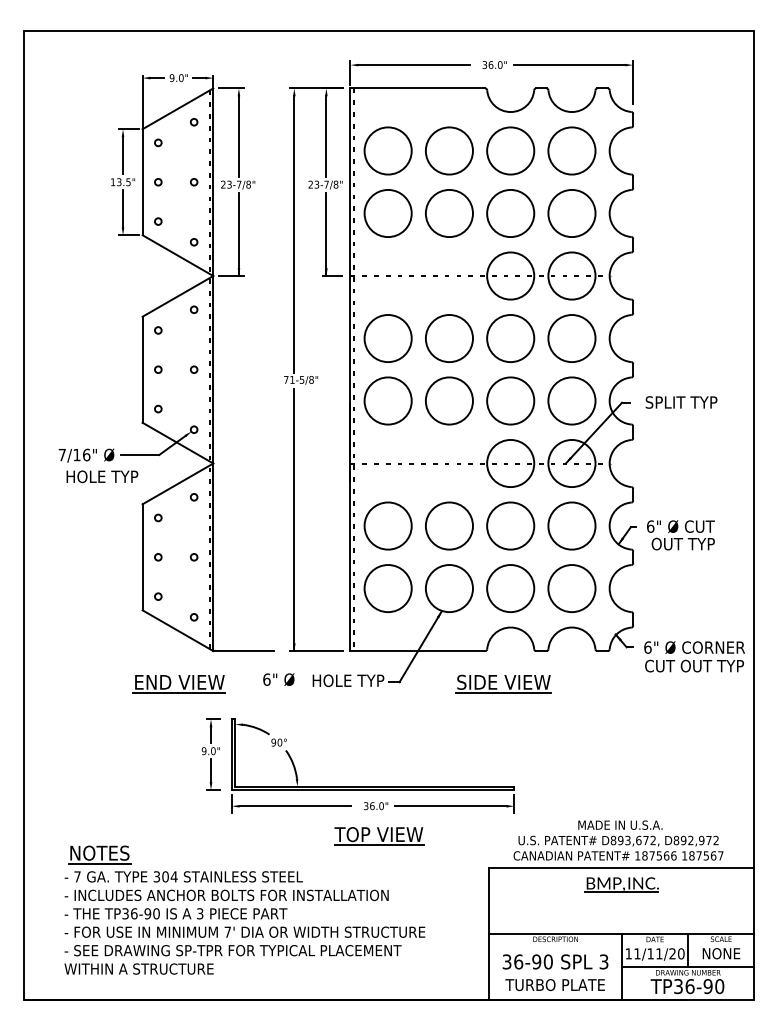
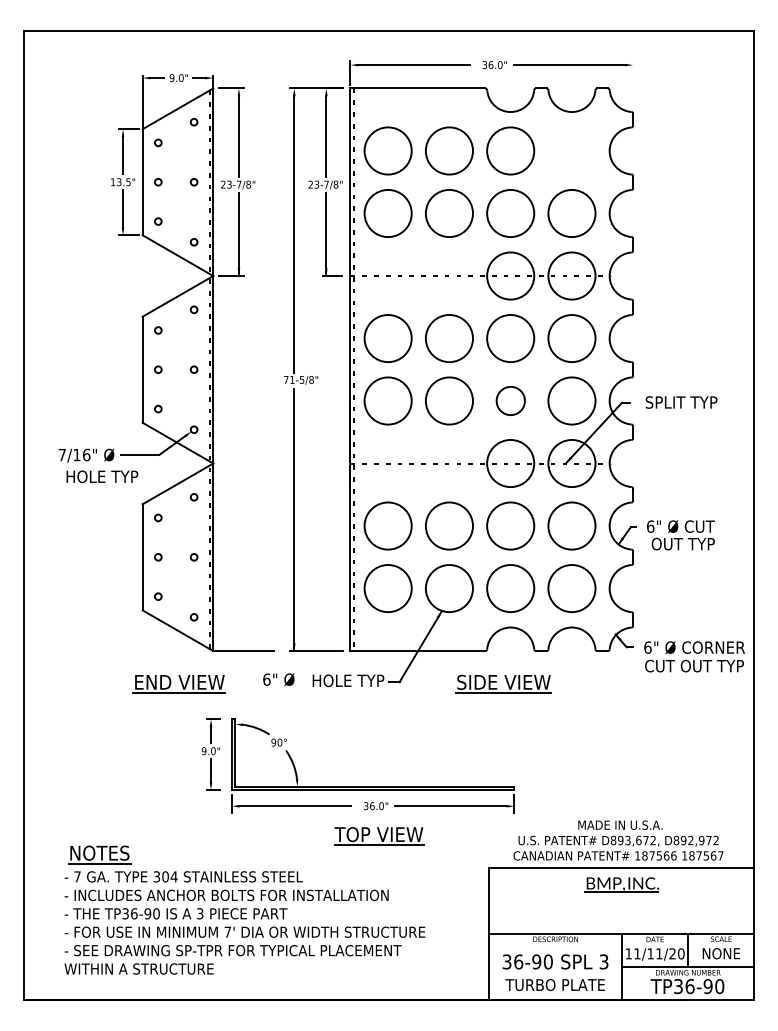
line at (633, 82): present -> none
circle at (571, 150): present -> none
circle at (510, 400) size: 50x50 px -> 31x30 px
